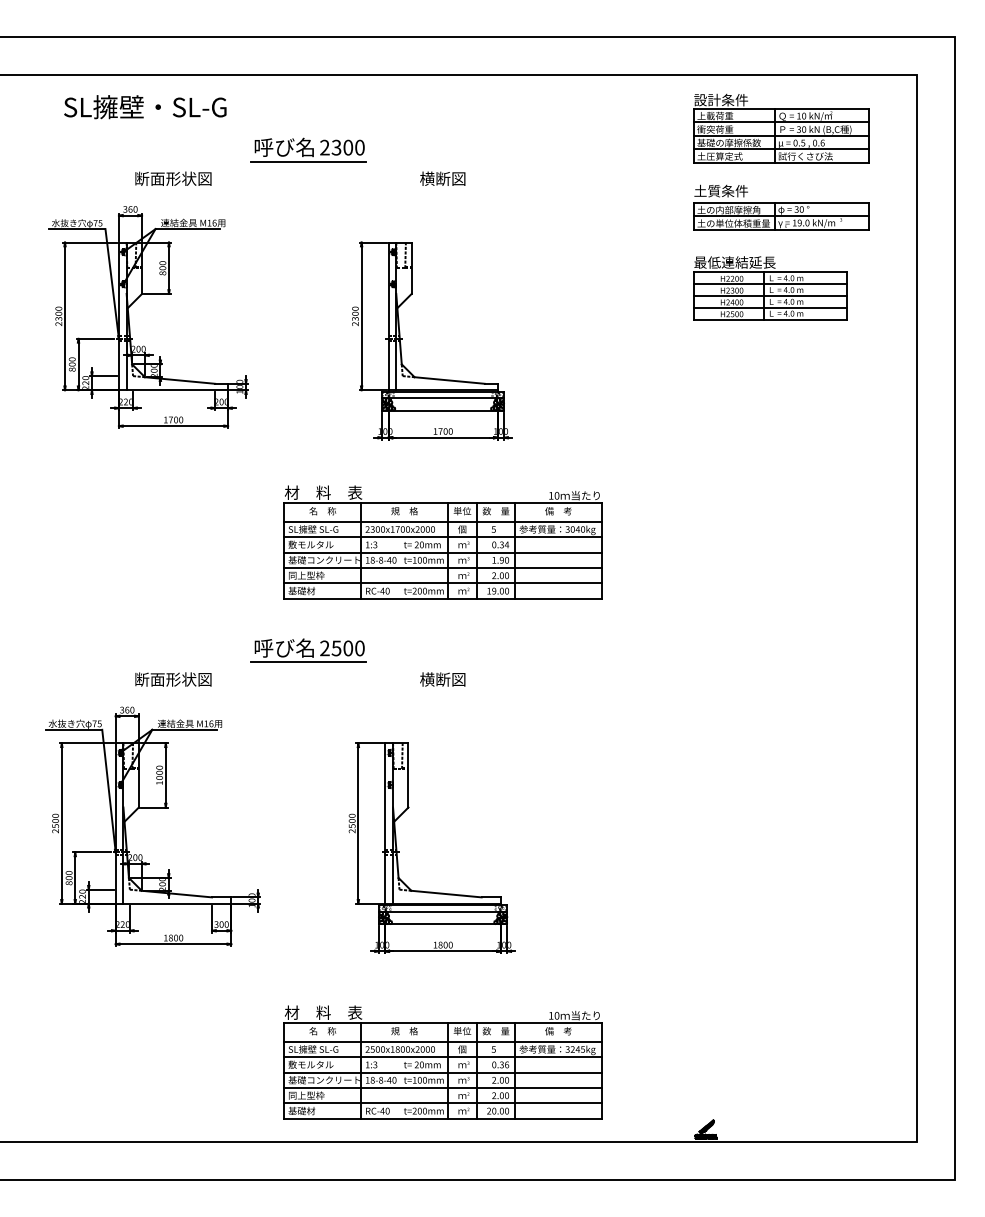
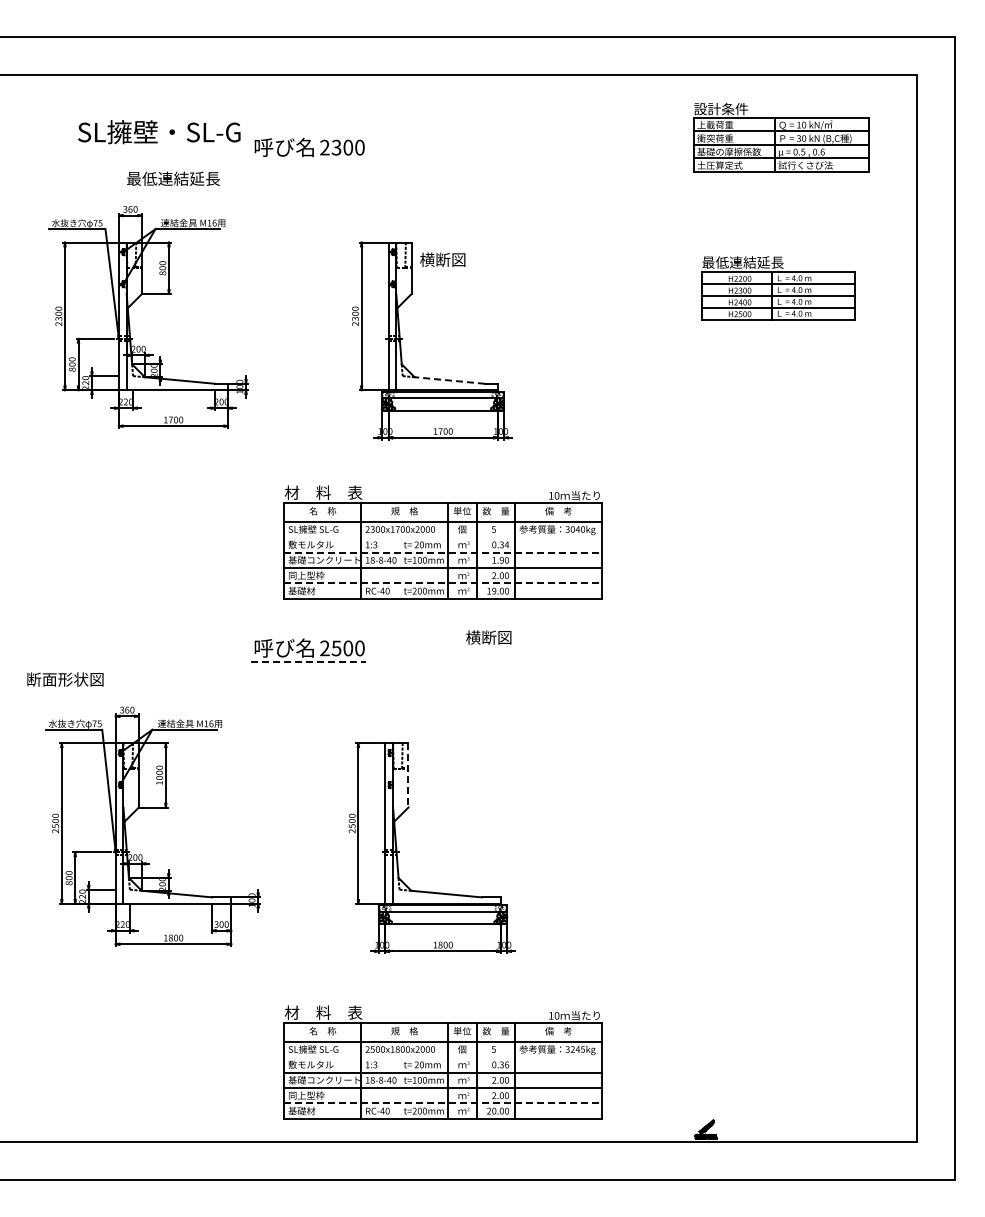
text at (145, 107) position: (145, 107) -> (159, 132)
part at (781, 128) position: (781, 128) -> (781, 137)
line at (308, 161): present -> none
text at (173, 178): 断面形状図 -> 最低連結延長
text at (442, 178) position: (442, 178) -> (442, 259)
part at (781, 207): present -> none
part at (770, 288) position: (770, 288) -> (778, 288)
line at (449, 380): solid -> dashed
line at (443, 537): present -> none
line at (443, 552): solid -> dashed
line at (443, 583): solid -> dashed
line at (308, 662): solid -> dashed
text at (173, 679) position: (173, 679) -> (65, 679)
text at (442, 679) position: (442, 679) -> (488, 637)
line at (408, 775): solid -> dashed
line at (443, 1057): present -> none
line at (443, 1103): solid -> dashed
